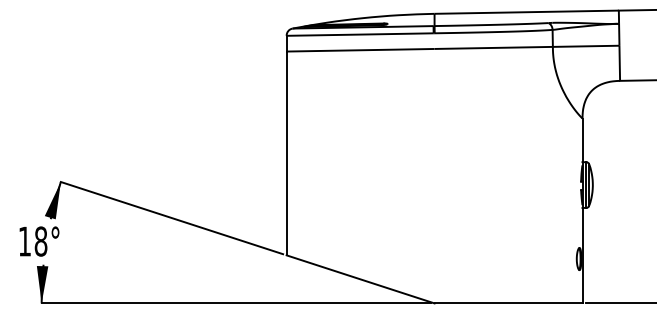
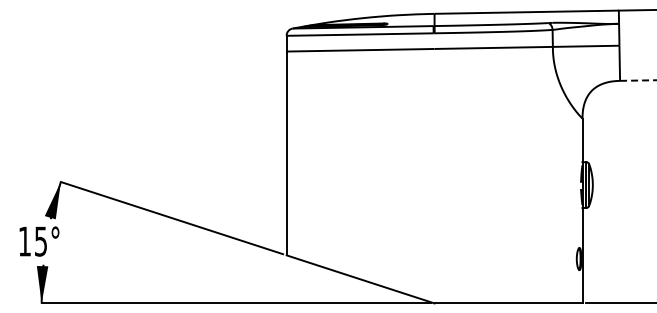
line at (639, 80): solid -> dashed
text at (40, 241): 18° -> 15°
